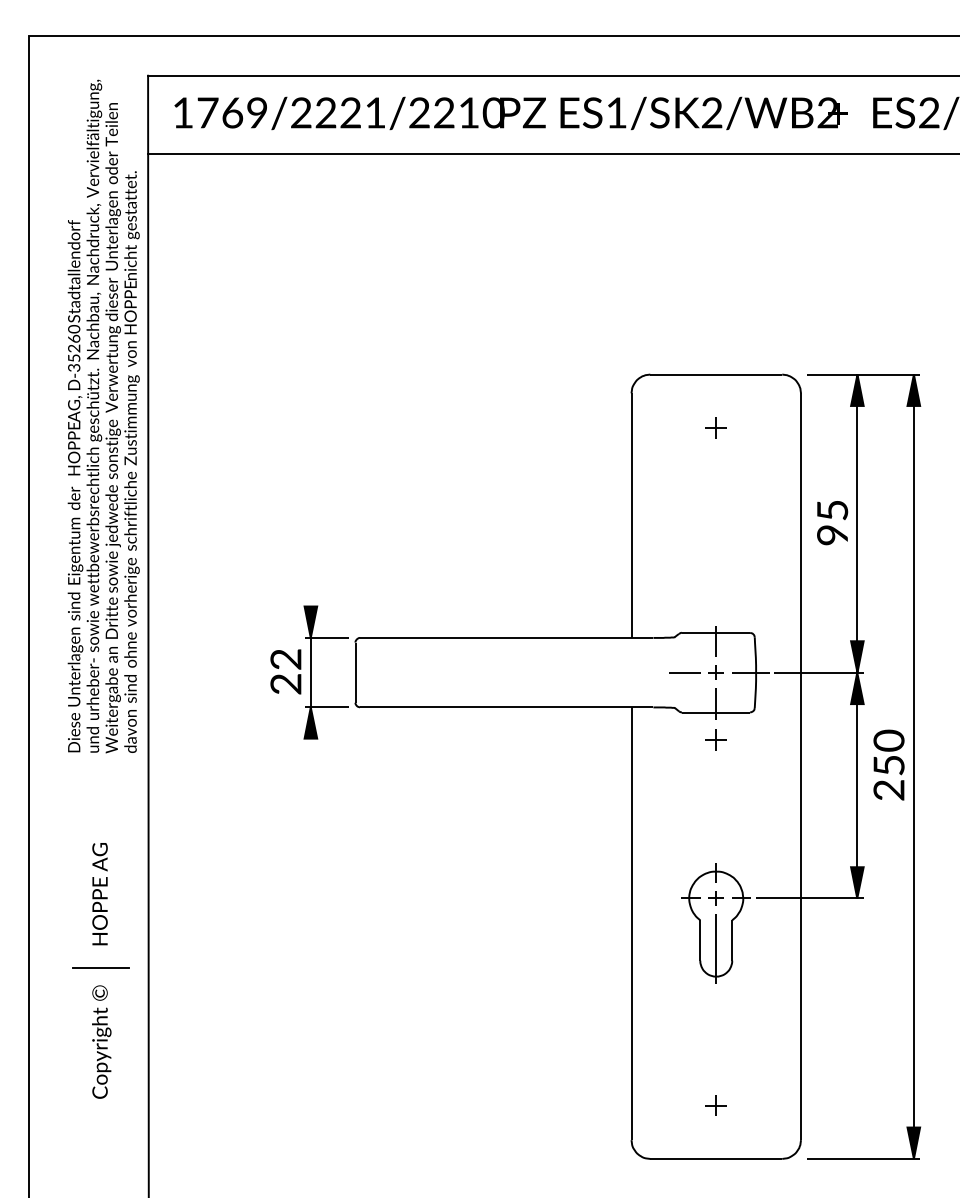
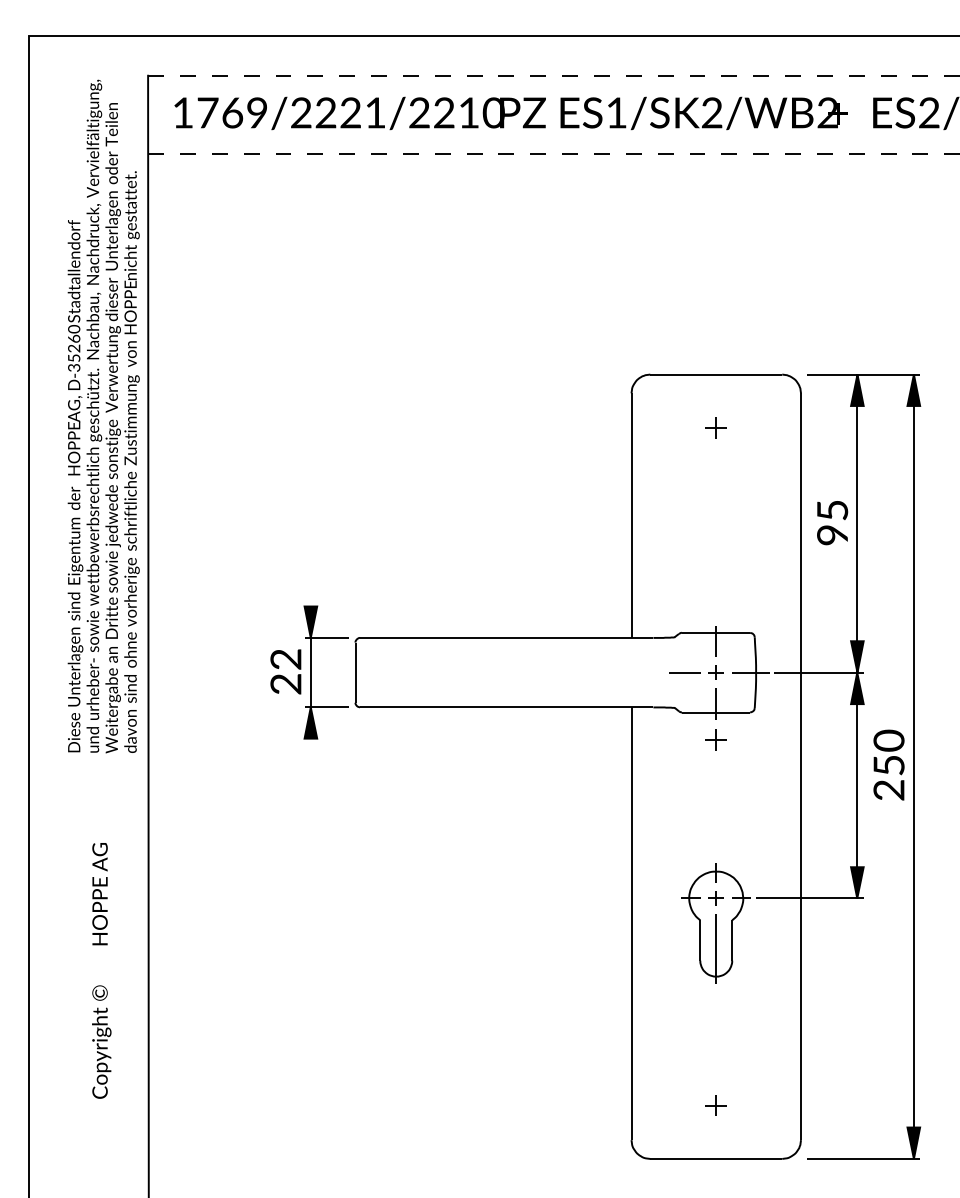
line at (554, 75): solid -> dashed
line at (554, 154): solid -> dashed
line at (100, 967): present -> none
